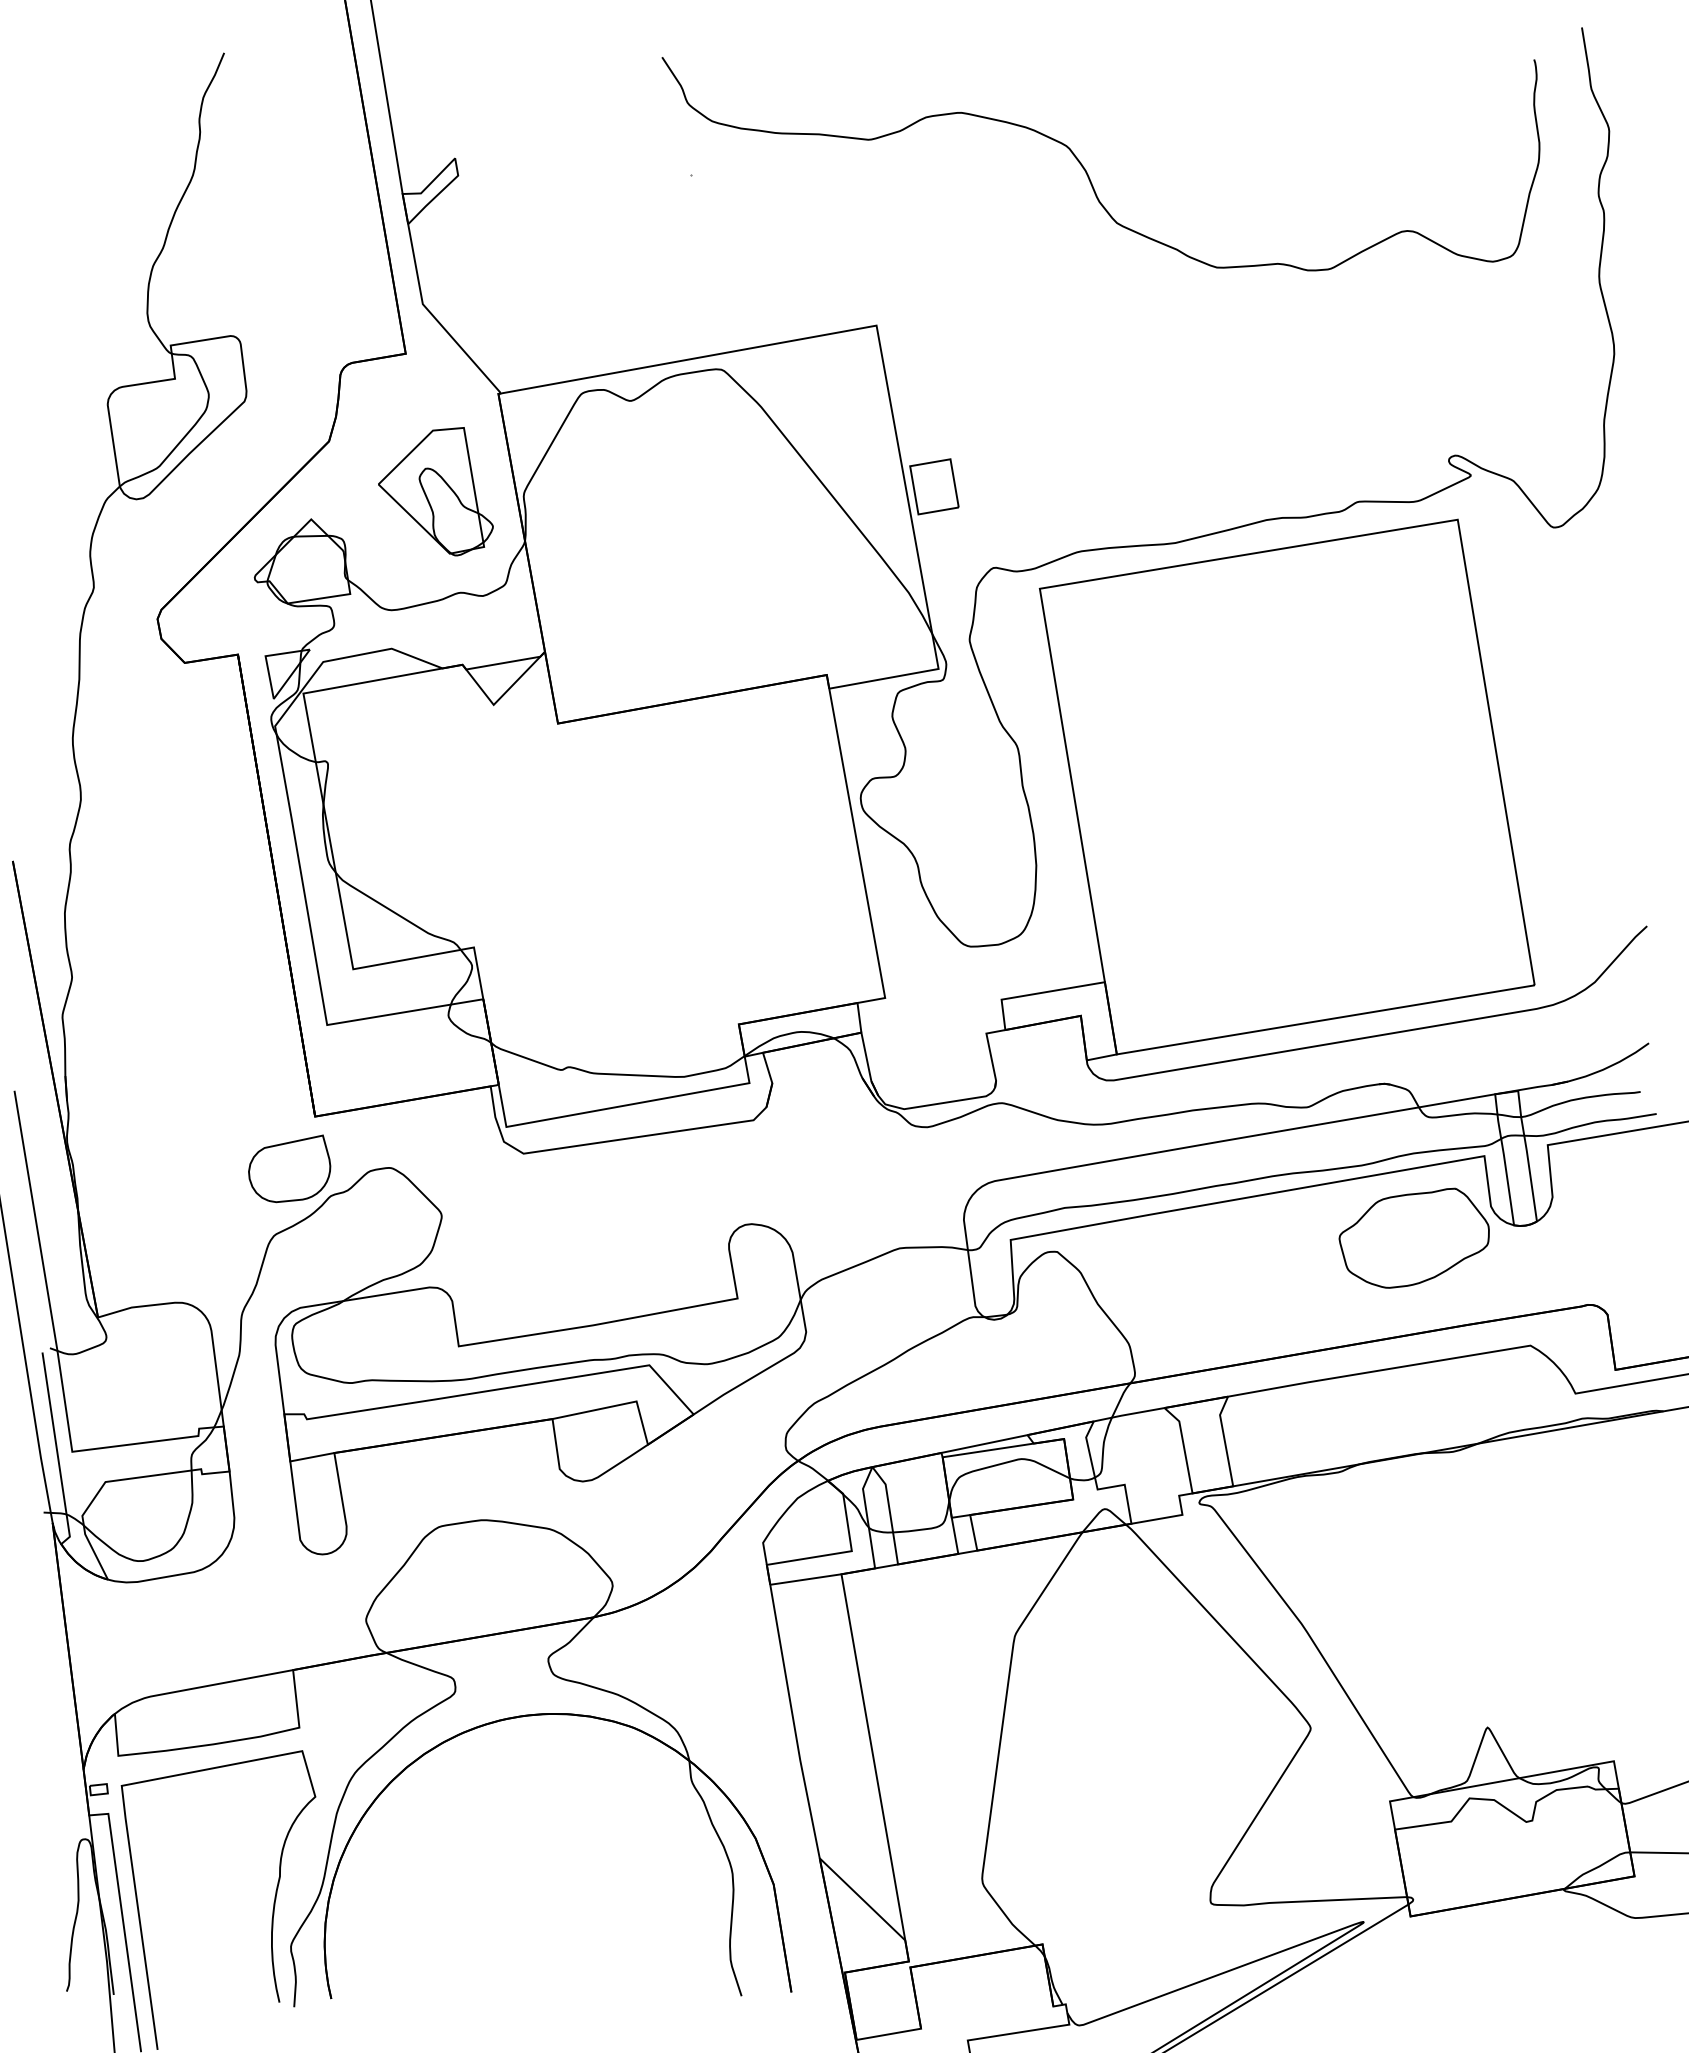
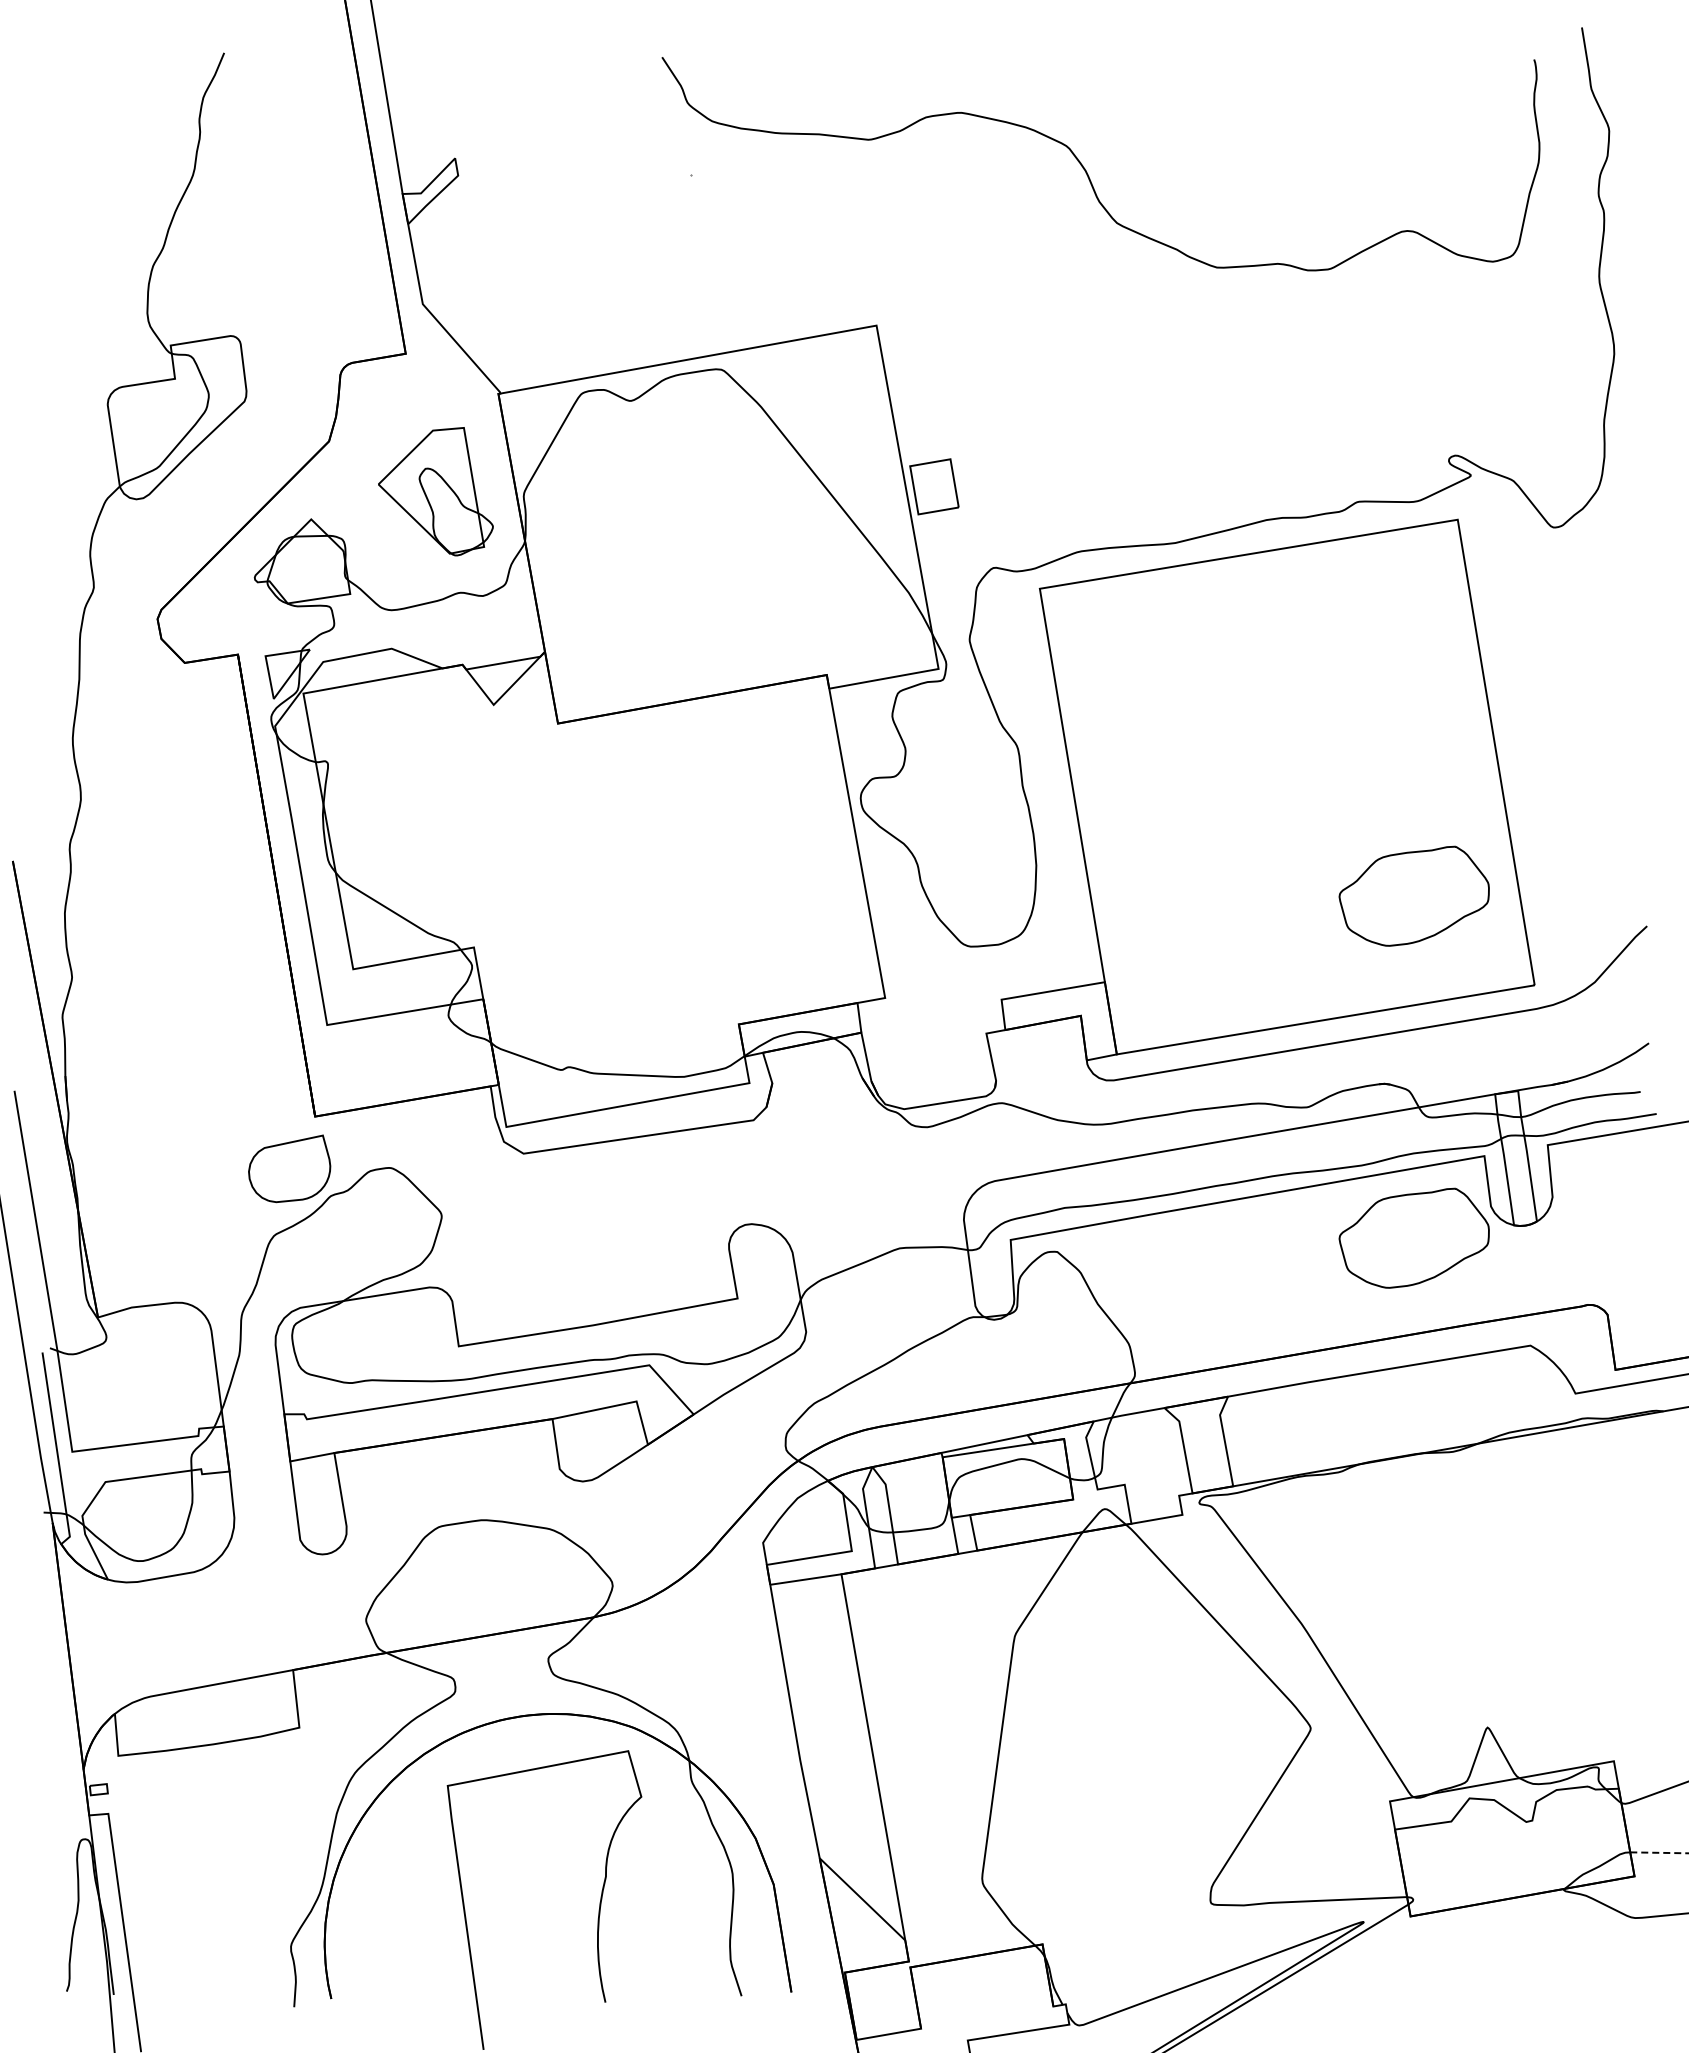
part at (1413, 895): none -> present
line at (1660, 1852): solid -> dashed
curve at (273, 1902) position: (273, 1902) -> (599, 1902)
